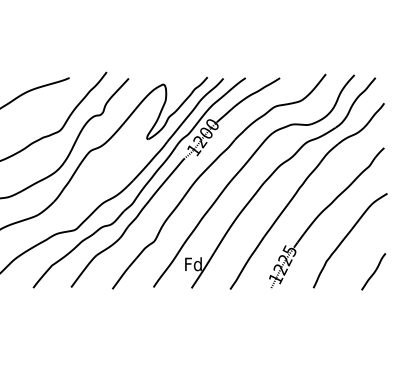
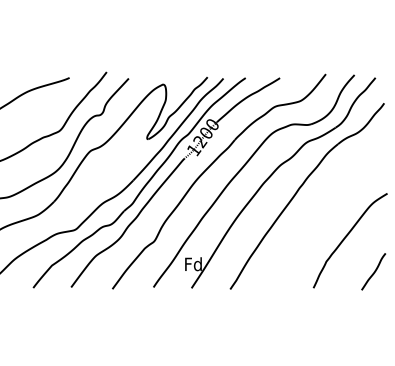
part at (326, 217): present -> none
